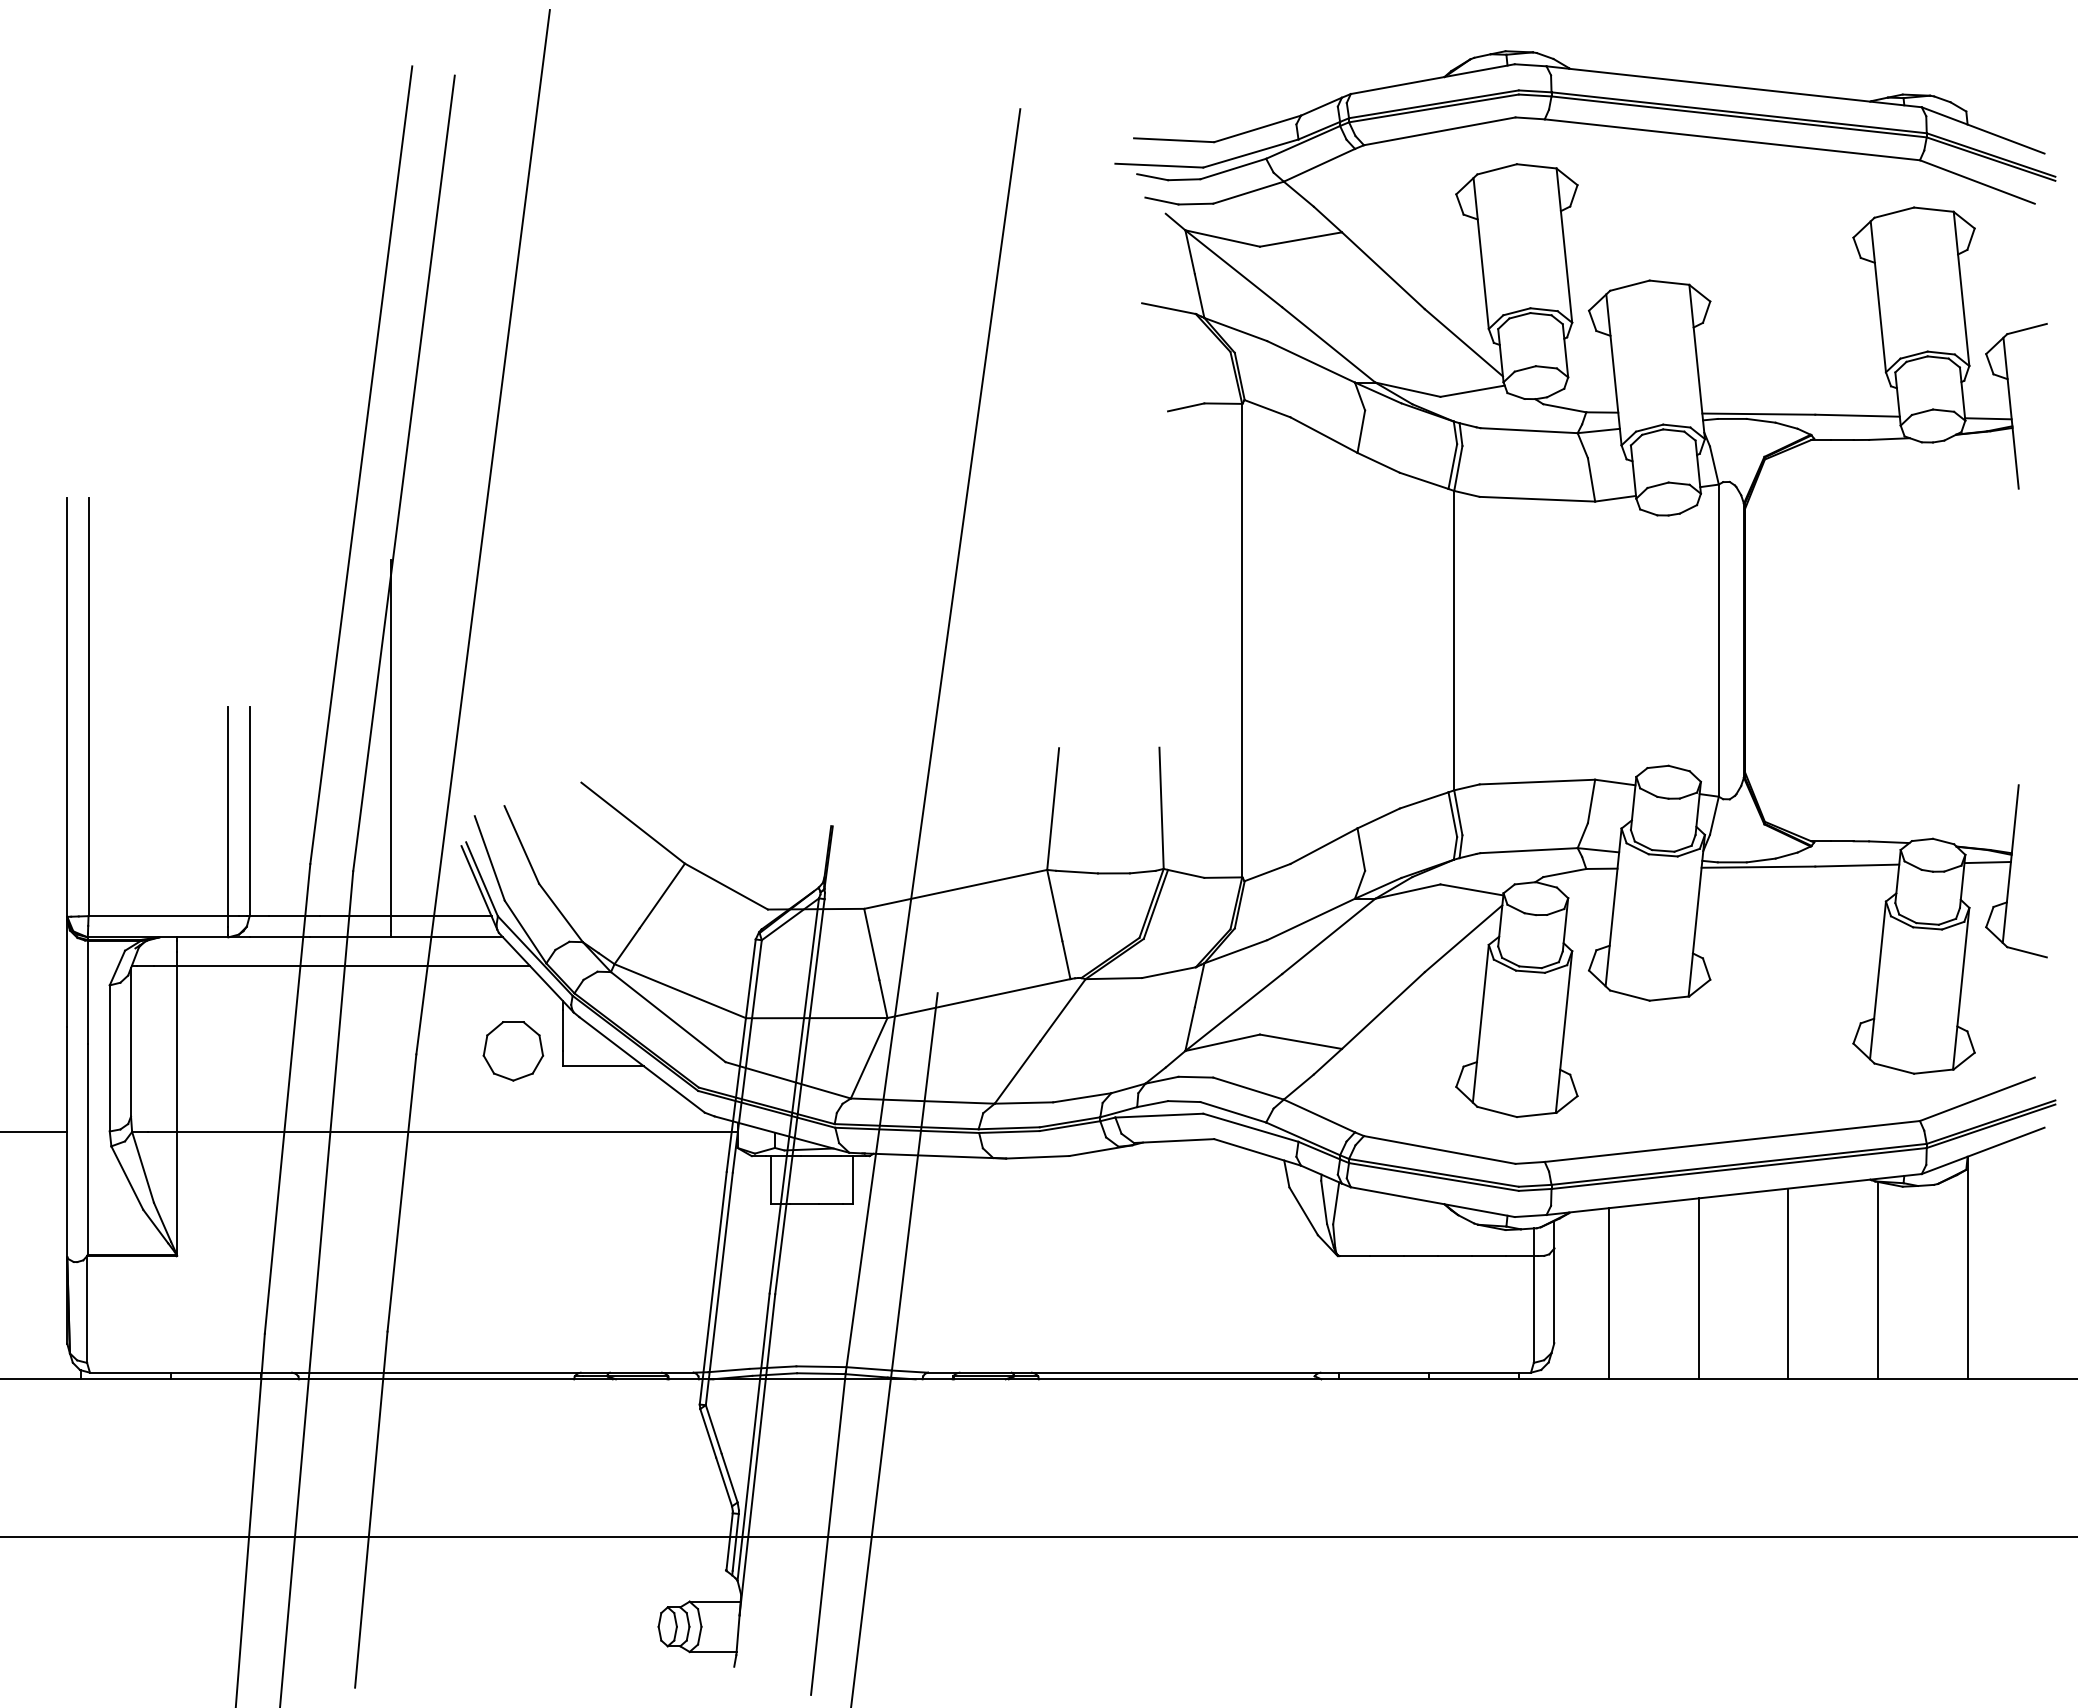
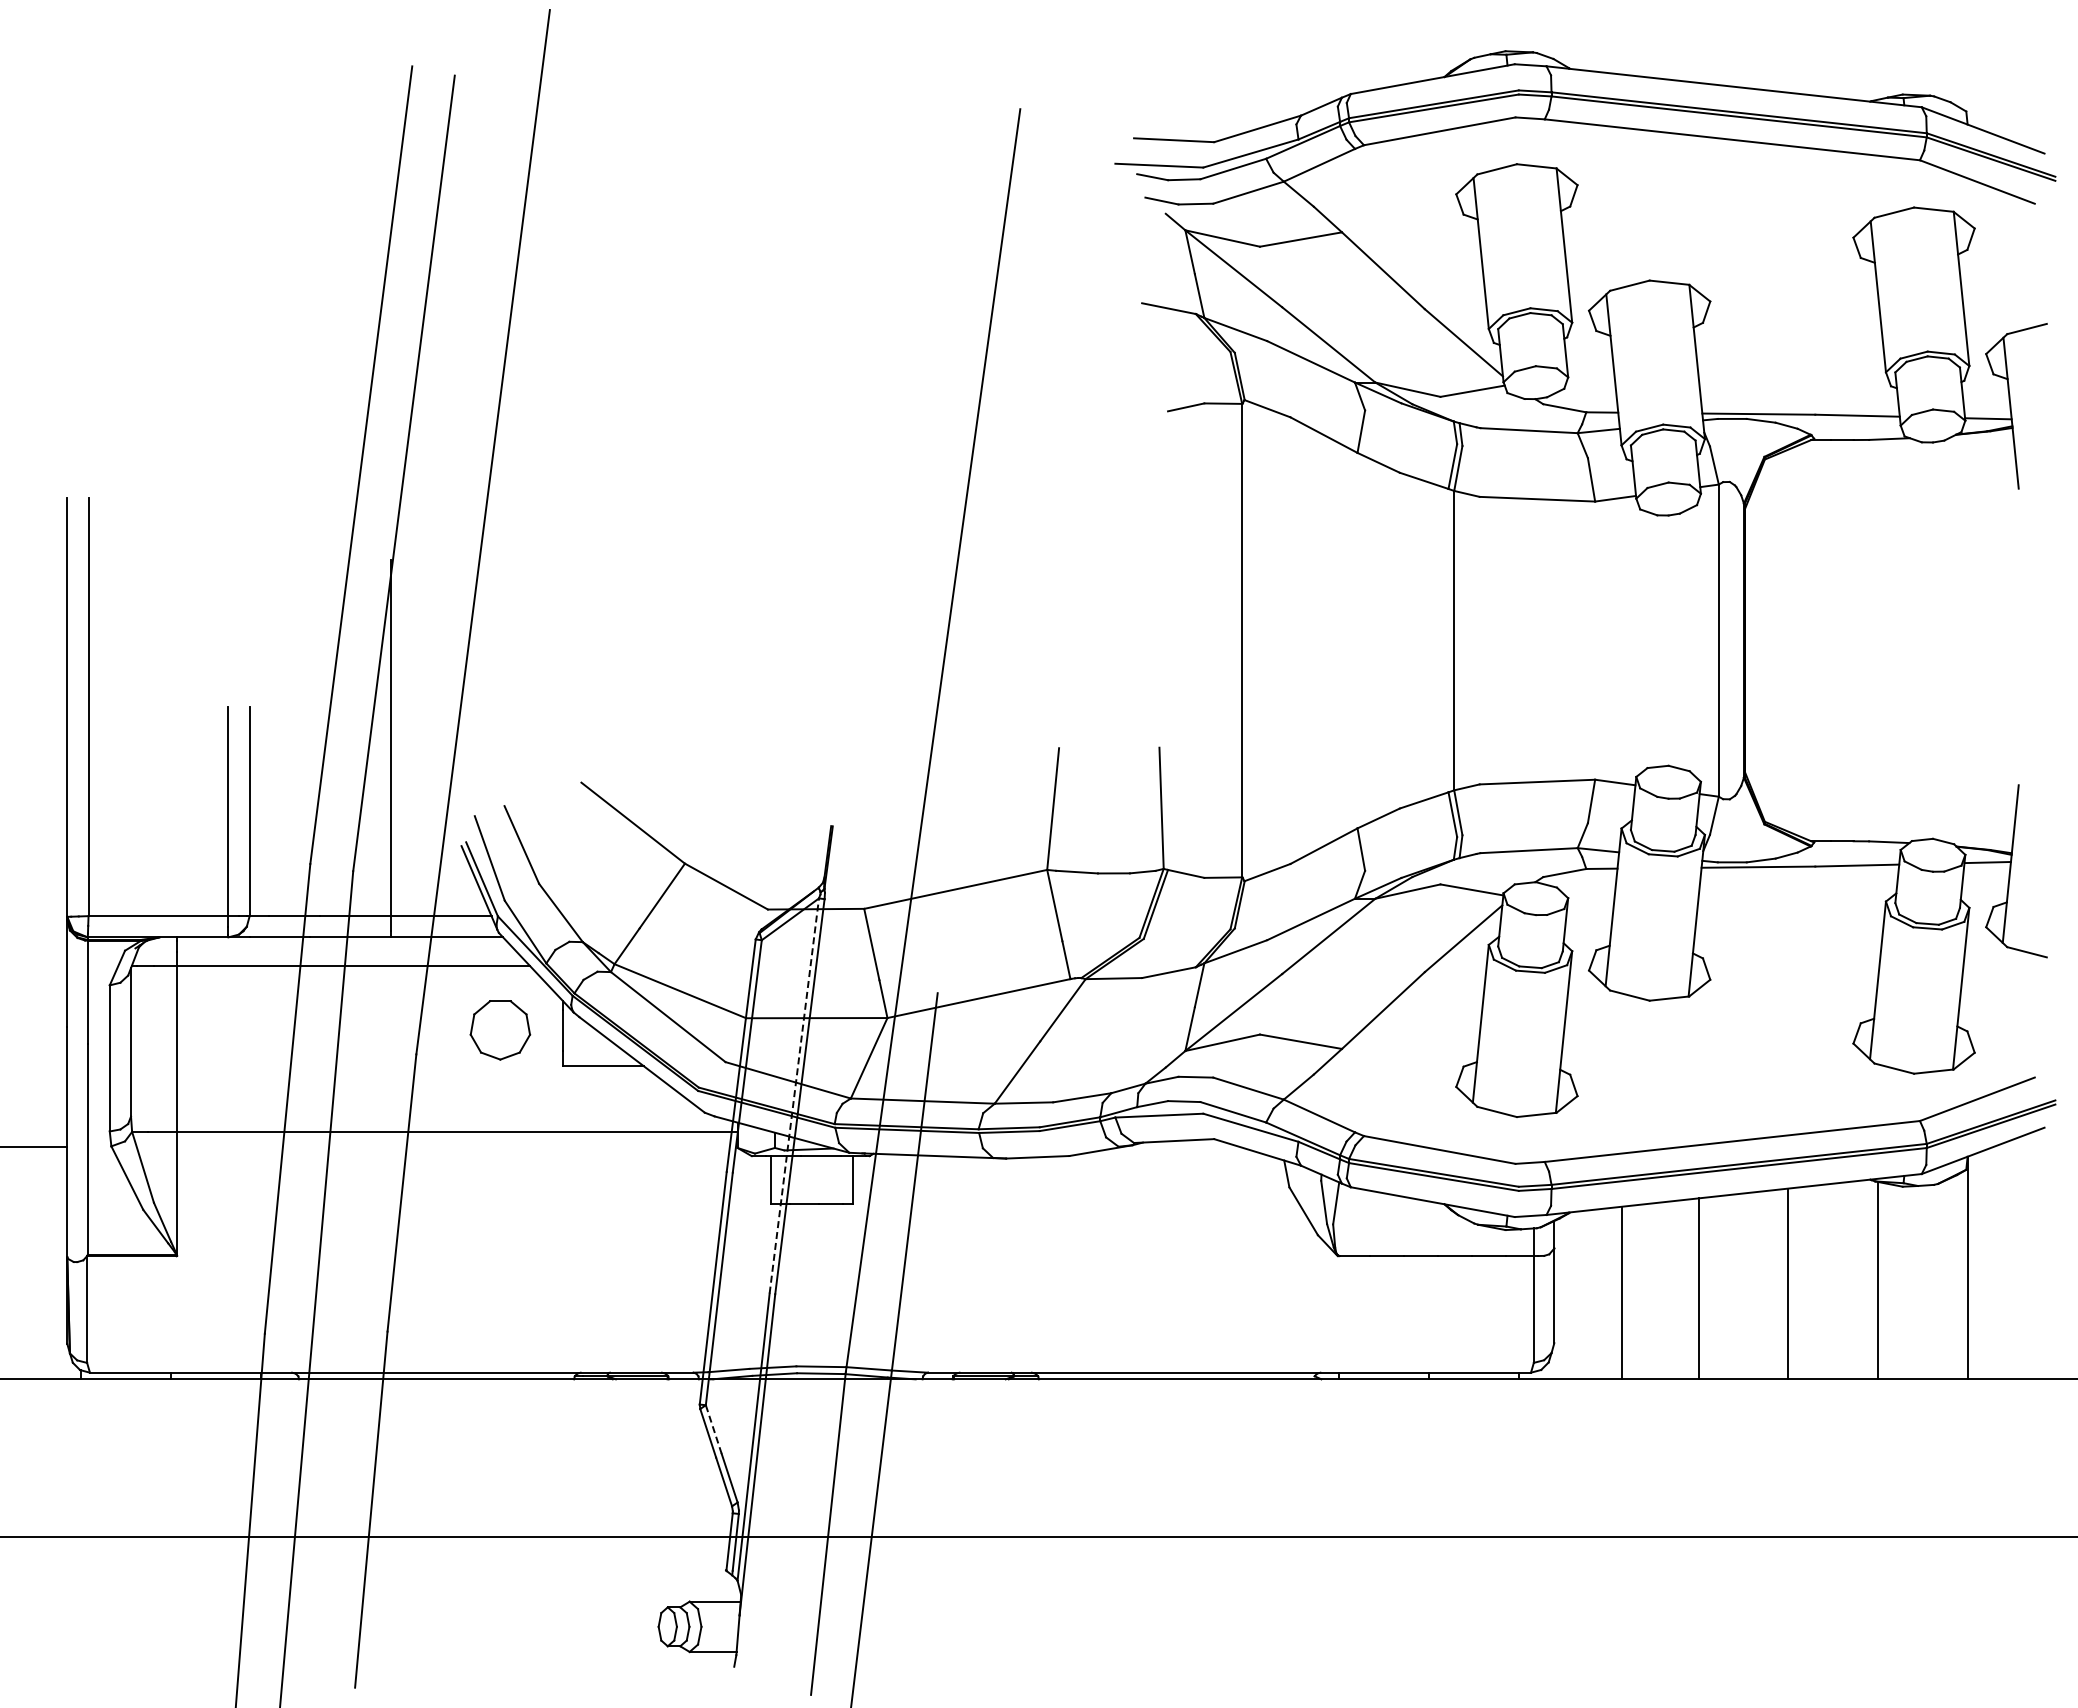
part at (513, 1051) position: (513, 1051) -> (500, 1030)
line at (794, 1095): solid -> dashed
line at (34, 1131) position: (34, 1131) -> (34, 1146)
line at (1608, 1293) position: (1608, 1293) -> (1621, 1293)
line at (713, 1429): solid -> dashed
